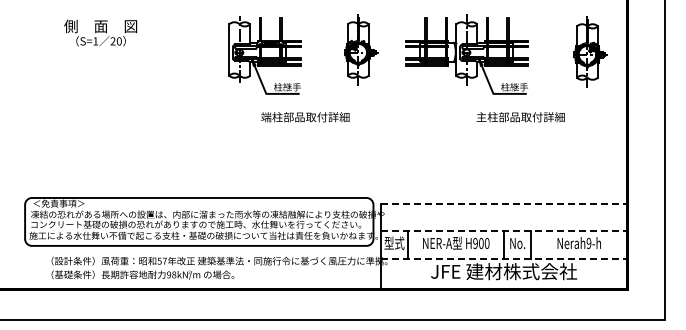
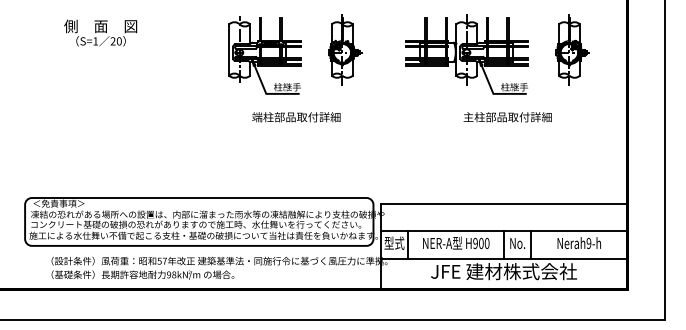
part at (361, 49) position: (361, 49) -> (345, 49)
part at (590, 51) position: (590, 51) -> (572, 49)
text at (305, 117) position: (305, 117) -> (296, 117)
text at (520, 117) position: (520, 117) -> (507, 117)
line at (504, 203): dashed -> solid
line at (504, 231): dashed -> solid
line at (504, 258): dashed -> solid
